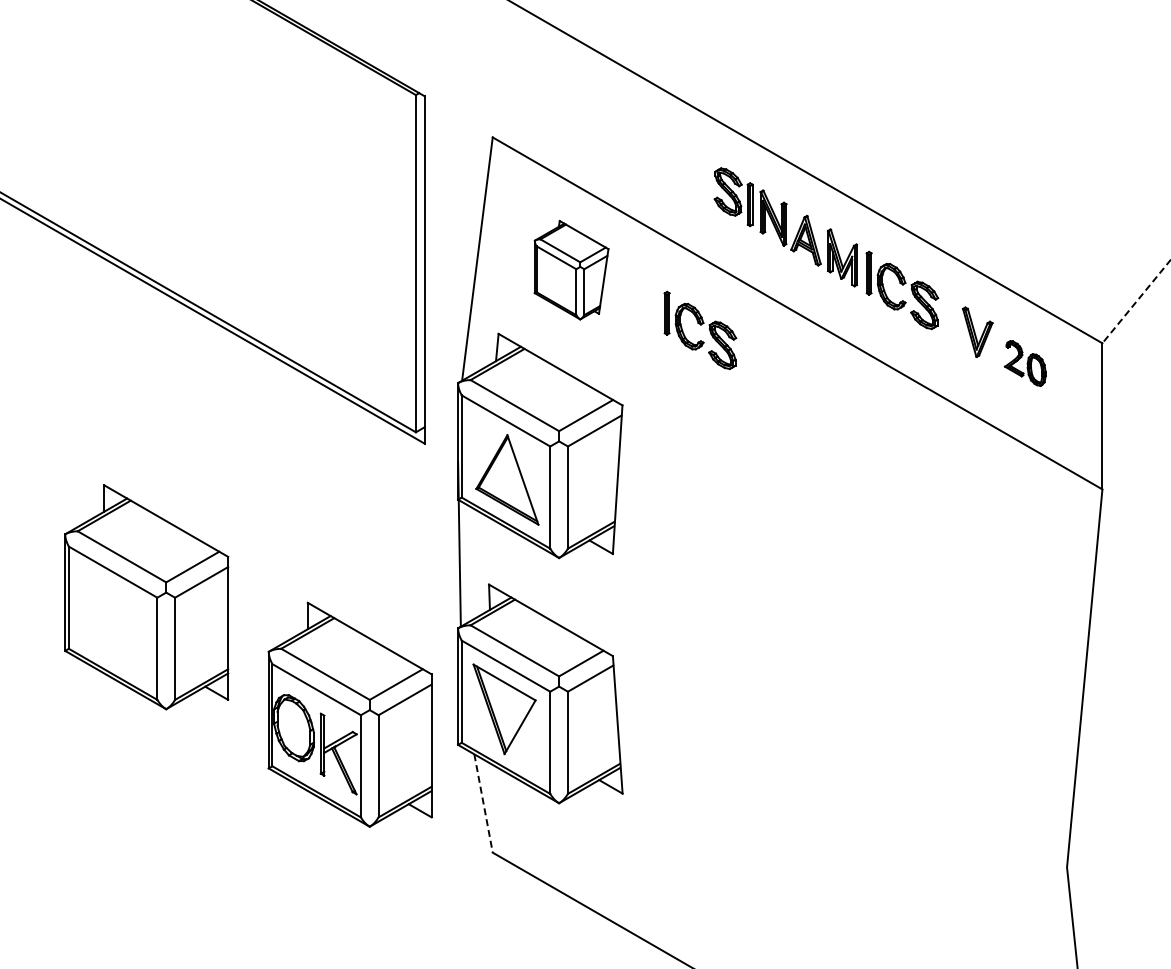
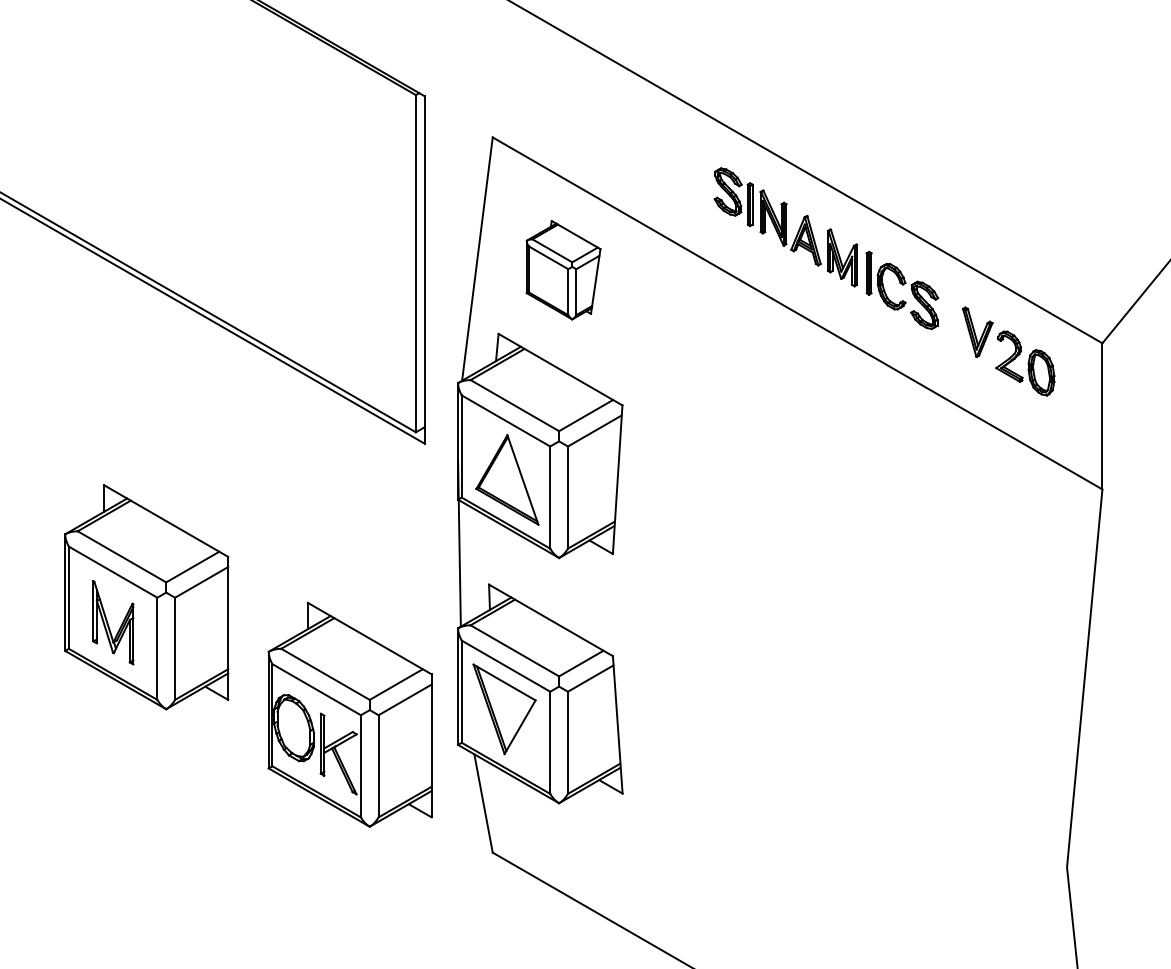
part at (571, 270) position: (571, 270) -> (563, 270)
line at (1136, 301): dashed -> solid
part at (700, 330): present -> none
part at (1024, 363) size: 44x47 px -> 61x67 px
part at (113, 622): none -> present
line at (483, 803): dashed -> solid
